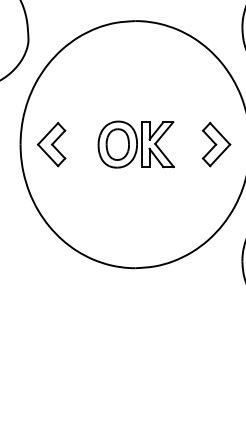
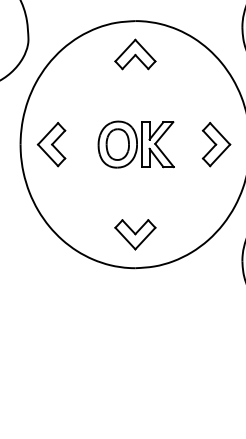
part at (135, 54): none -> present
part at (135, 234): none -> present
